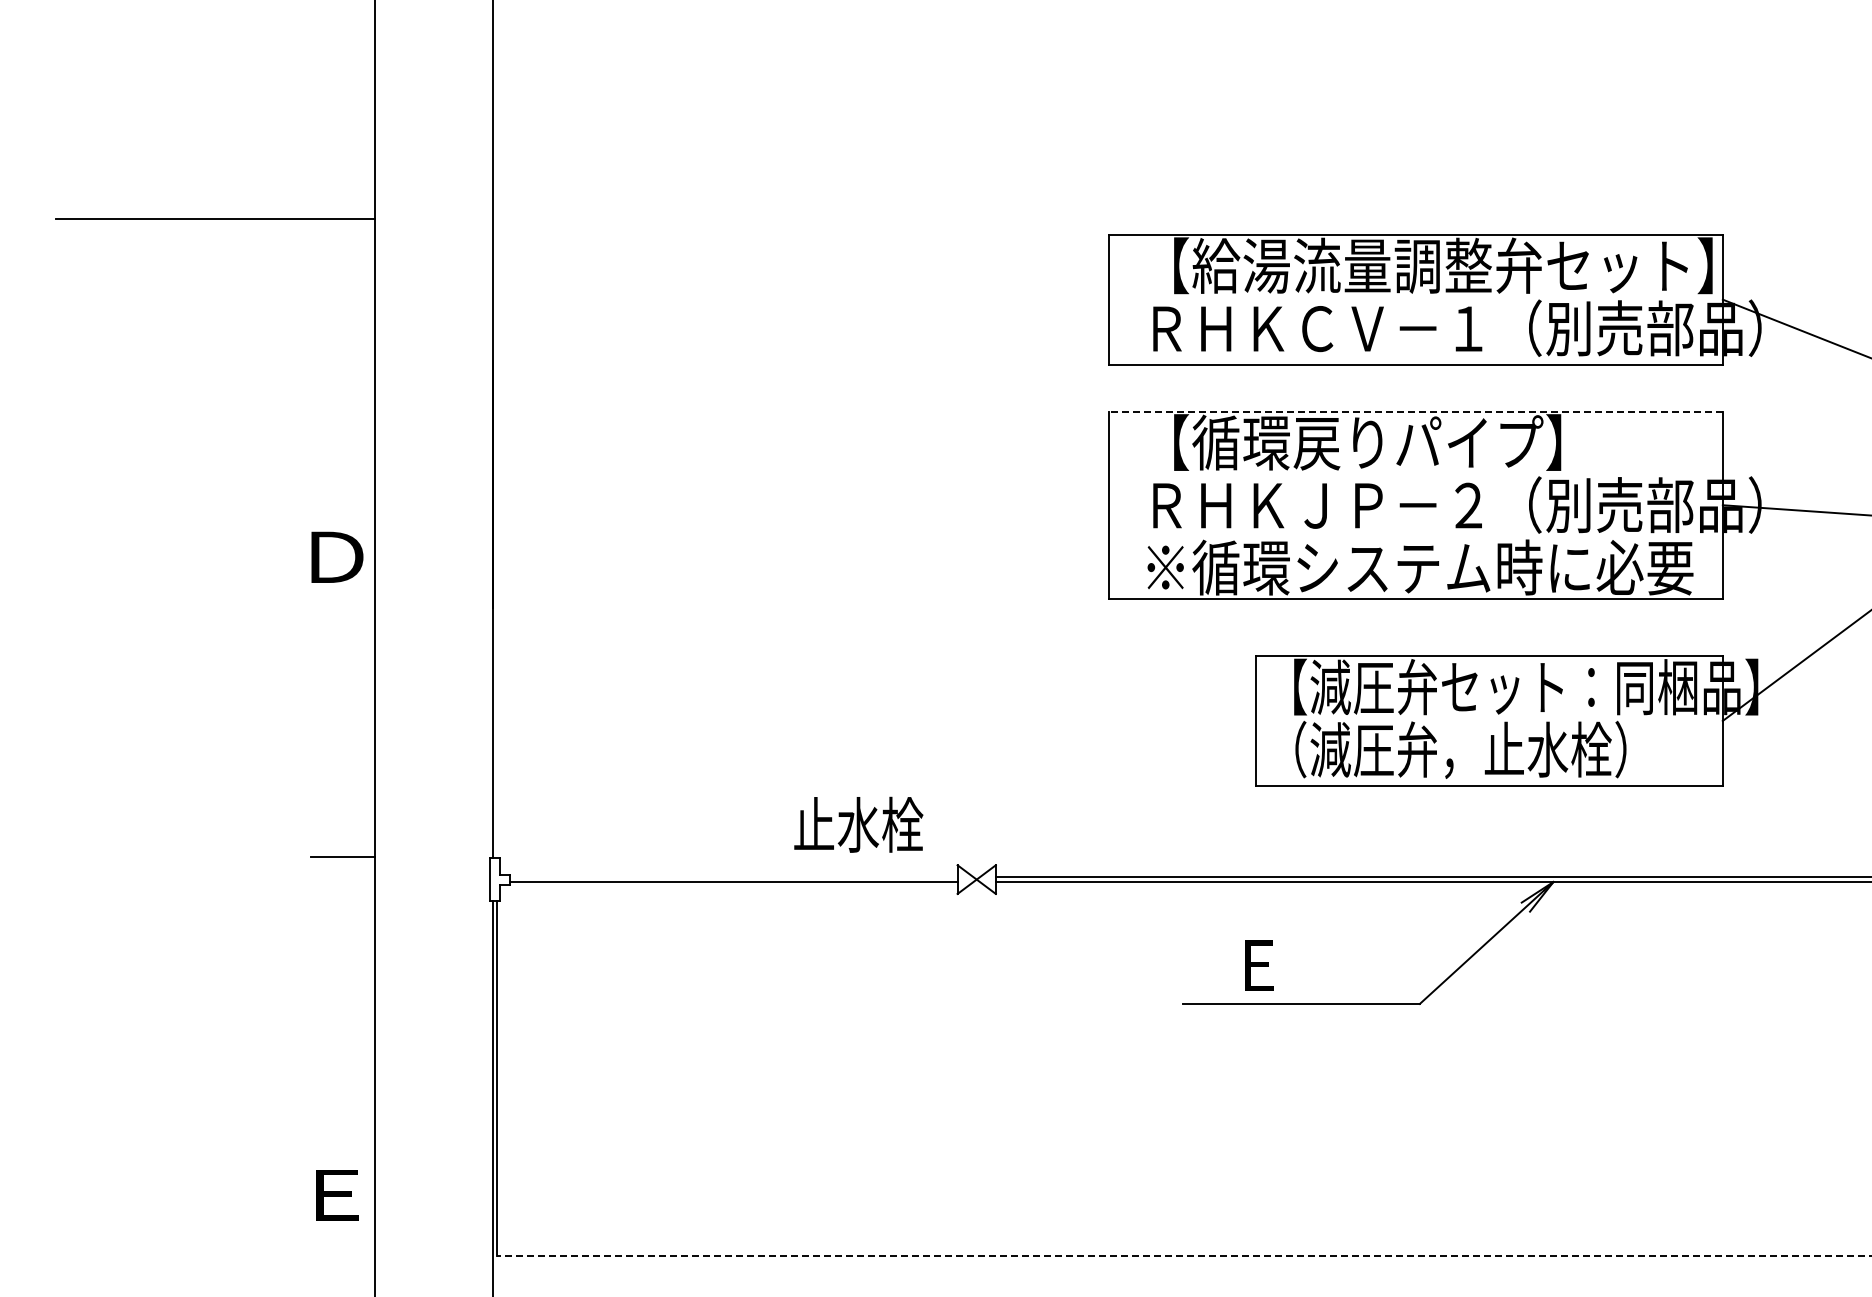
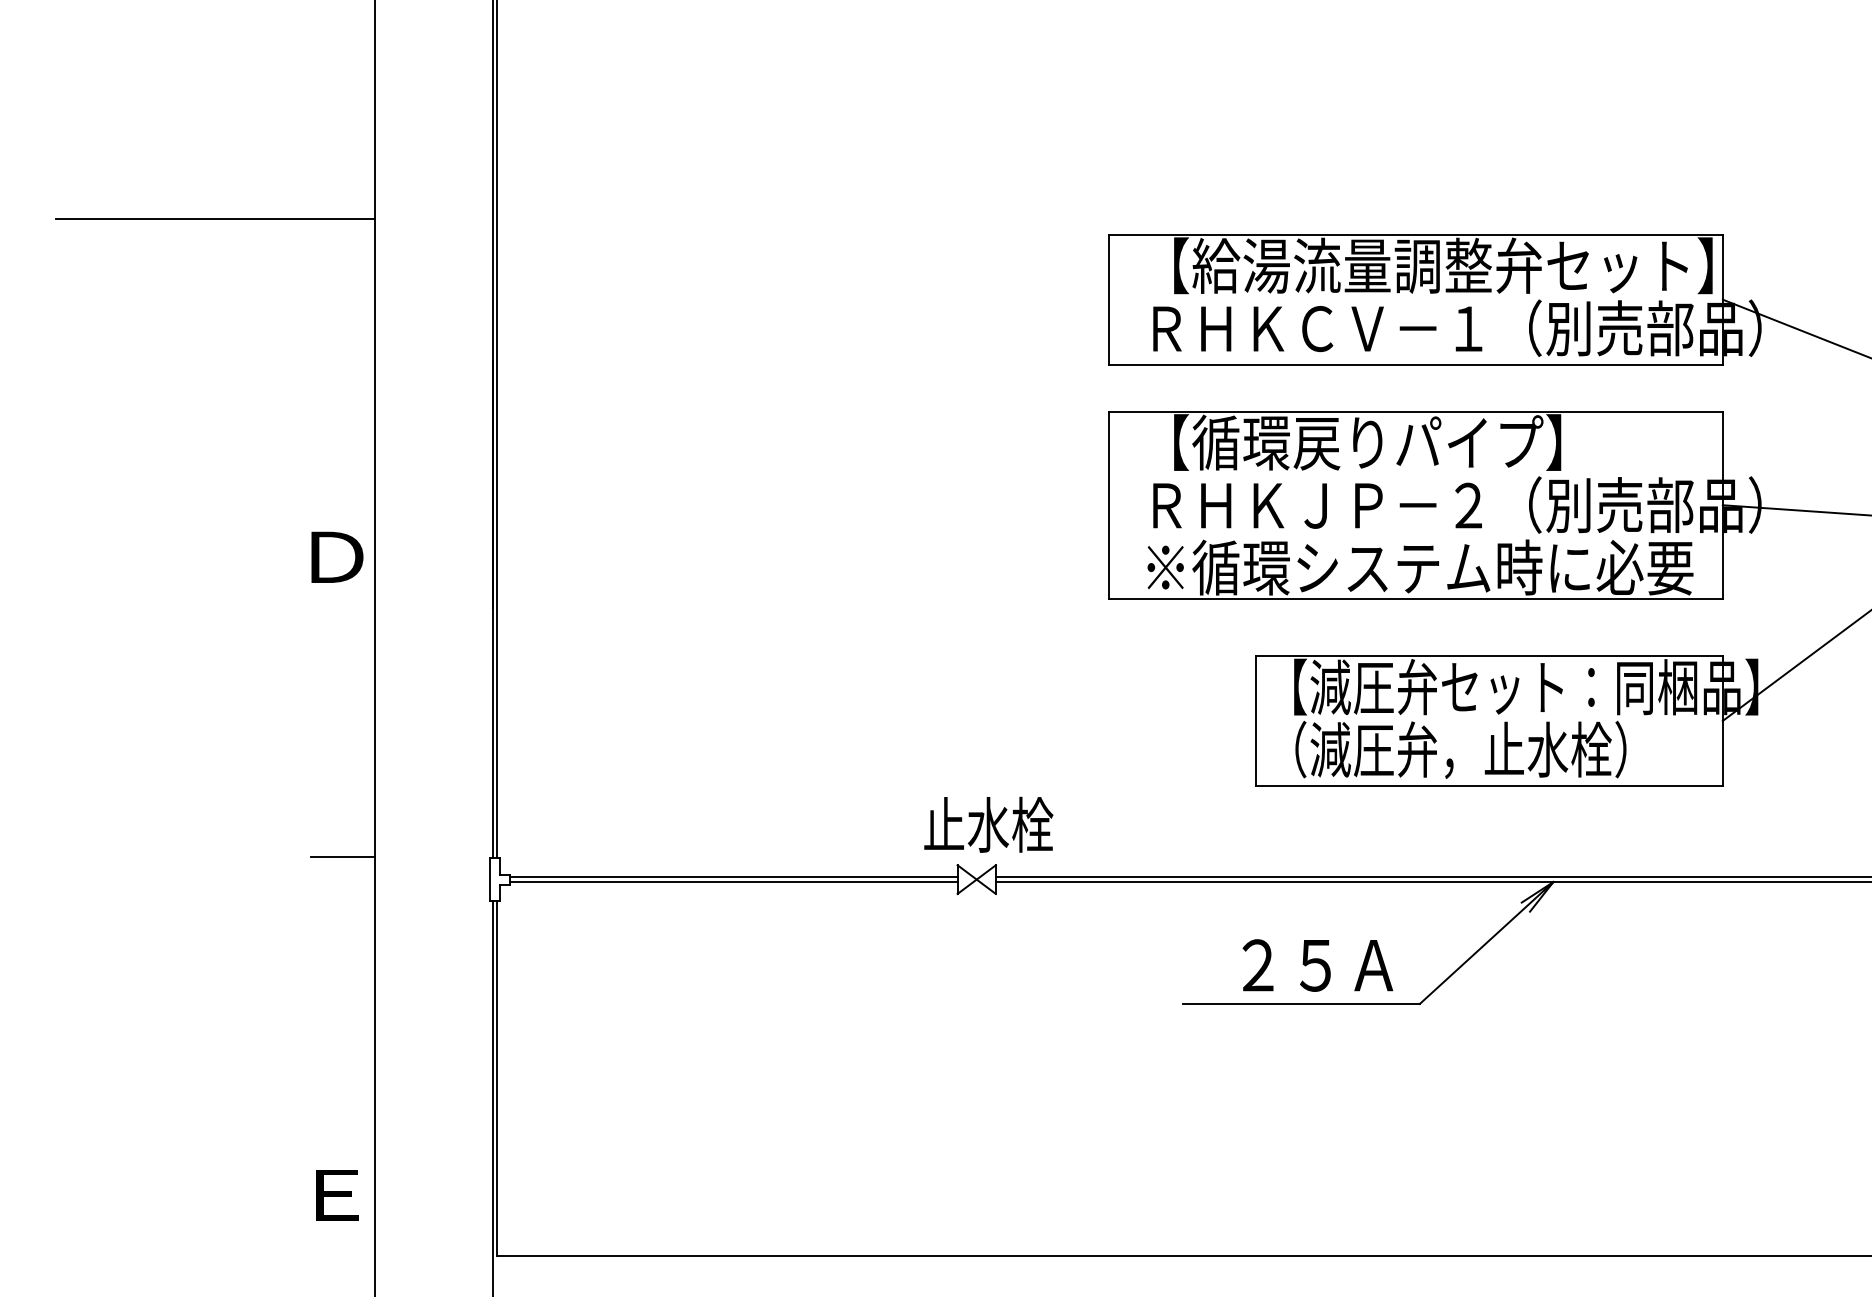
line at (1415, 411): dashed -> solid
line at (497, 430): none -> present
text at (858, 824) position: (858, 824) -> (988, 824)
line at (733, 877): none -> present
text at (1317, 965): Ｅ -> ２５Ａ
line at (1184, 1255): dashed -> solid
